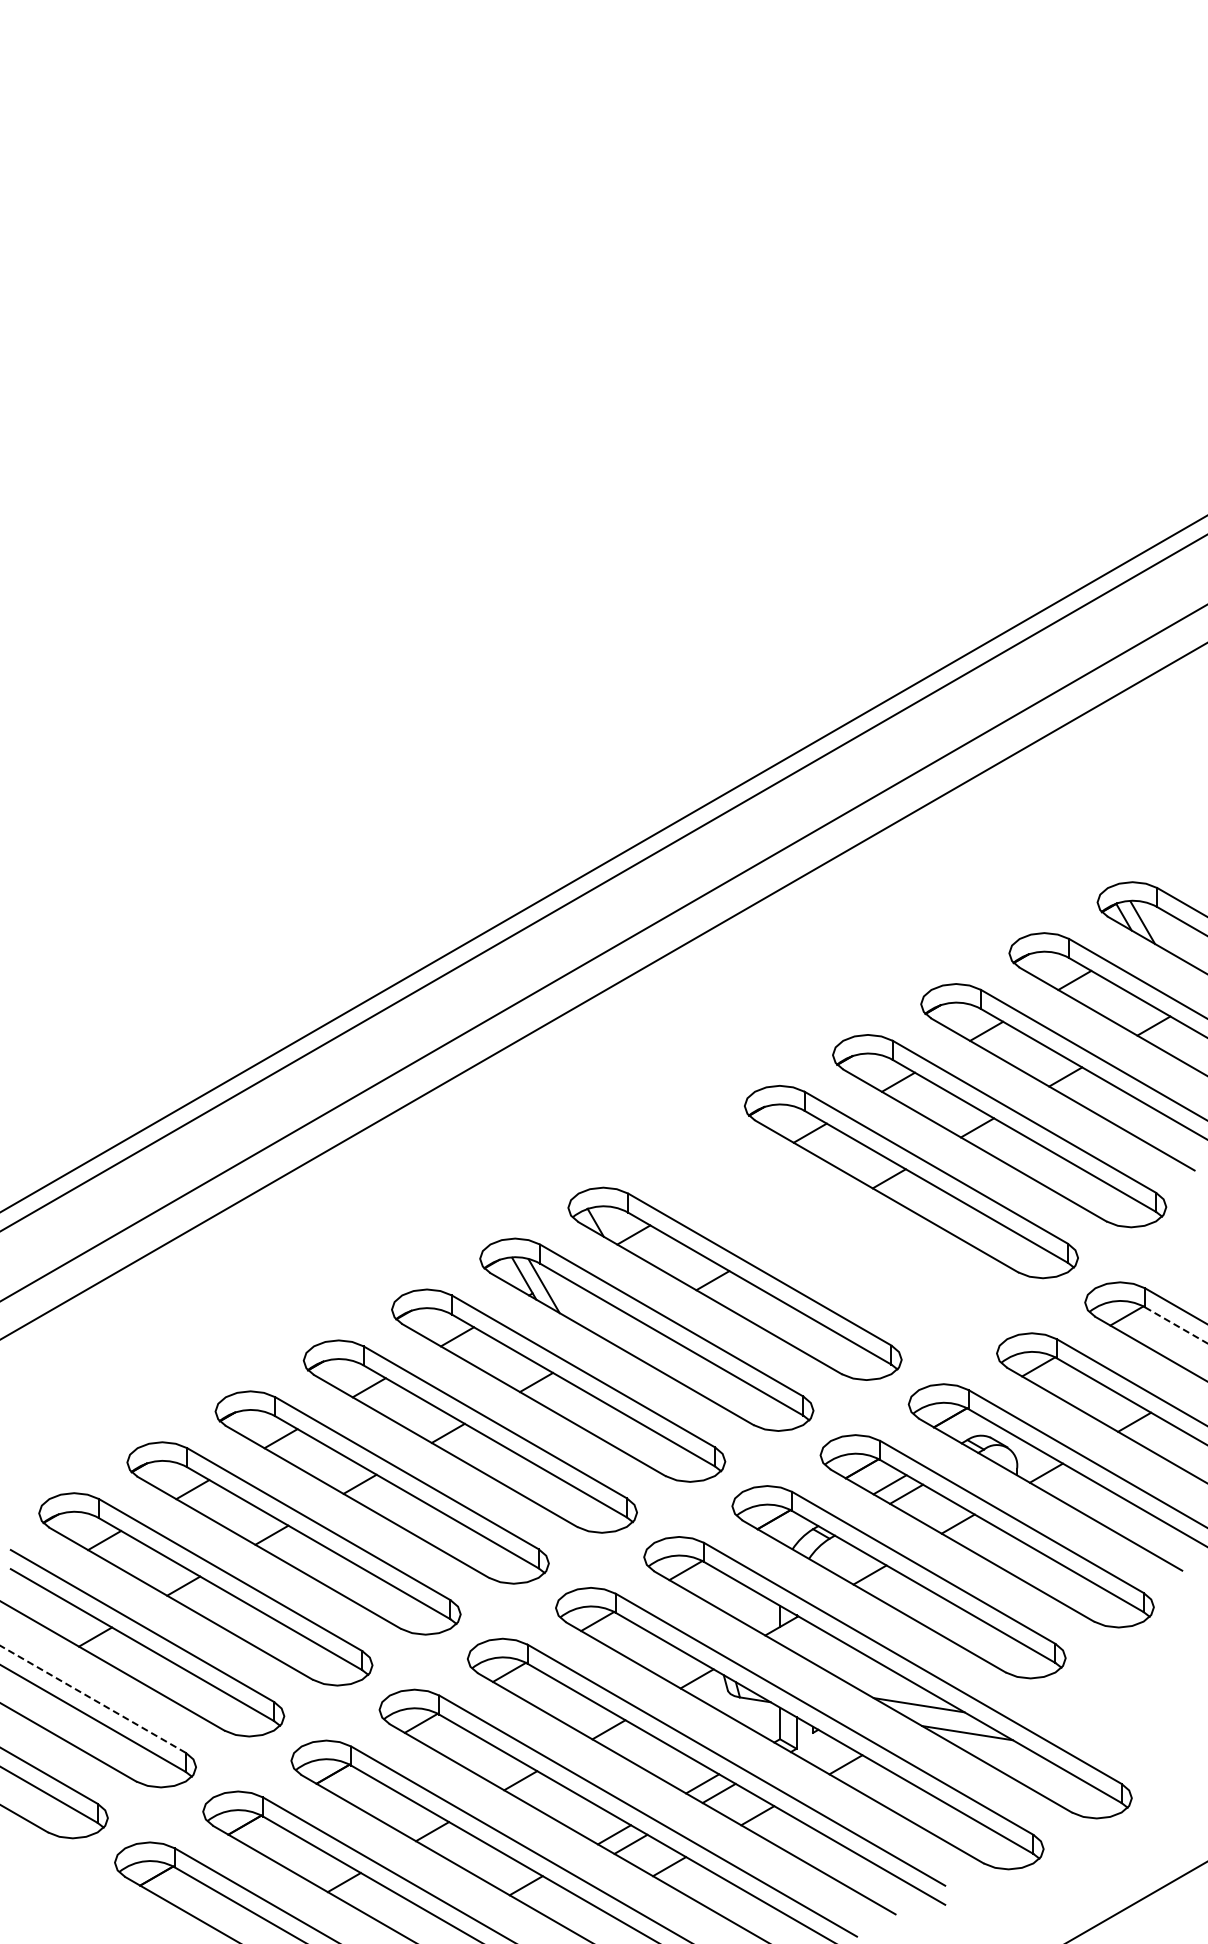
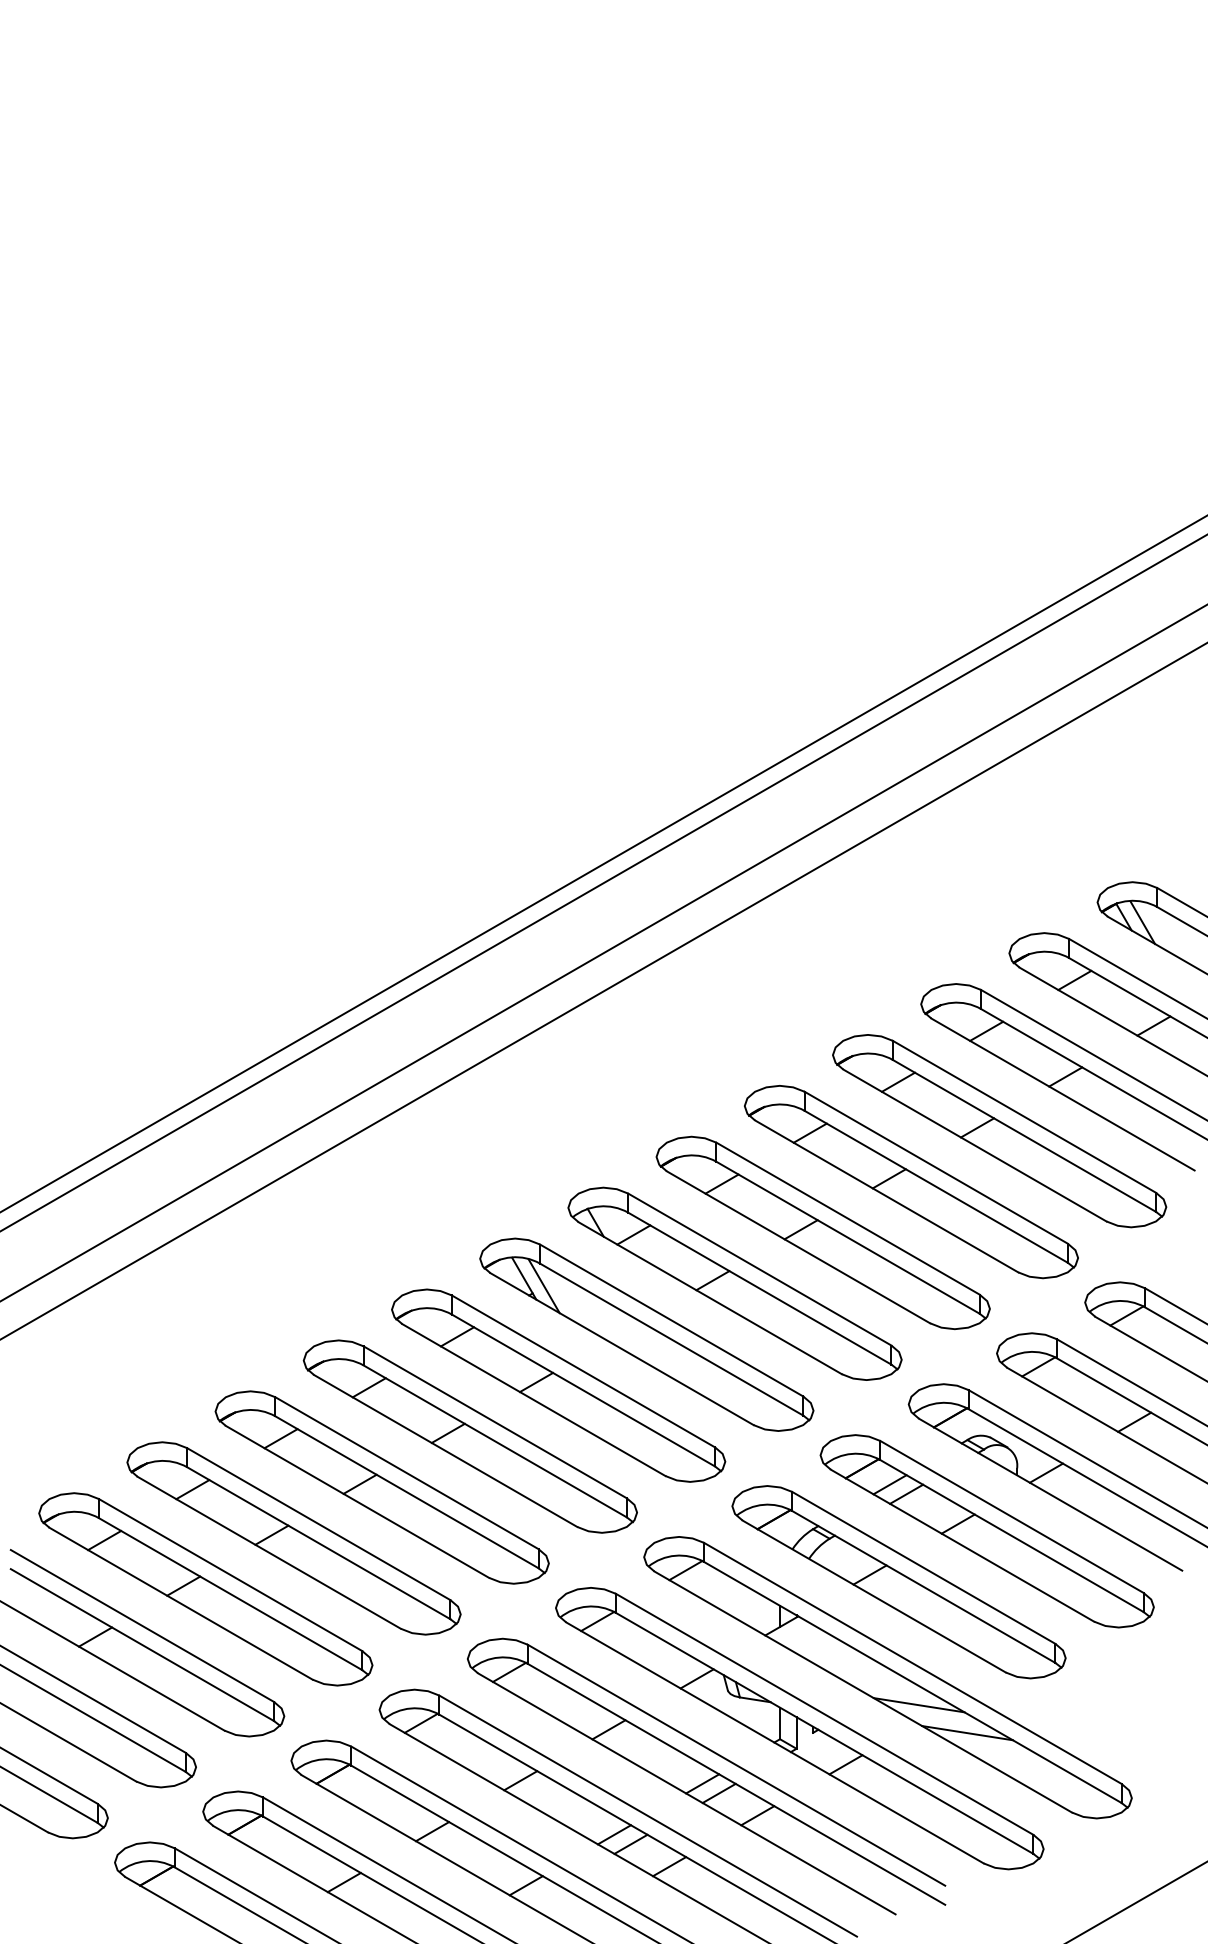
part at (822, 1232): none -> present
line at (1176, 1325): dashed -> solid
line at (93, 1699): dashed -> solid
